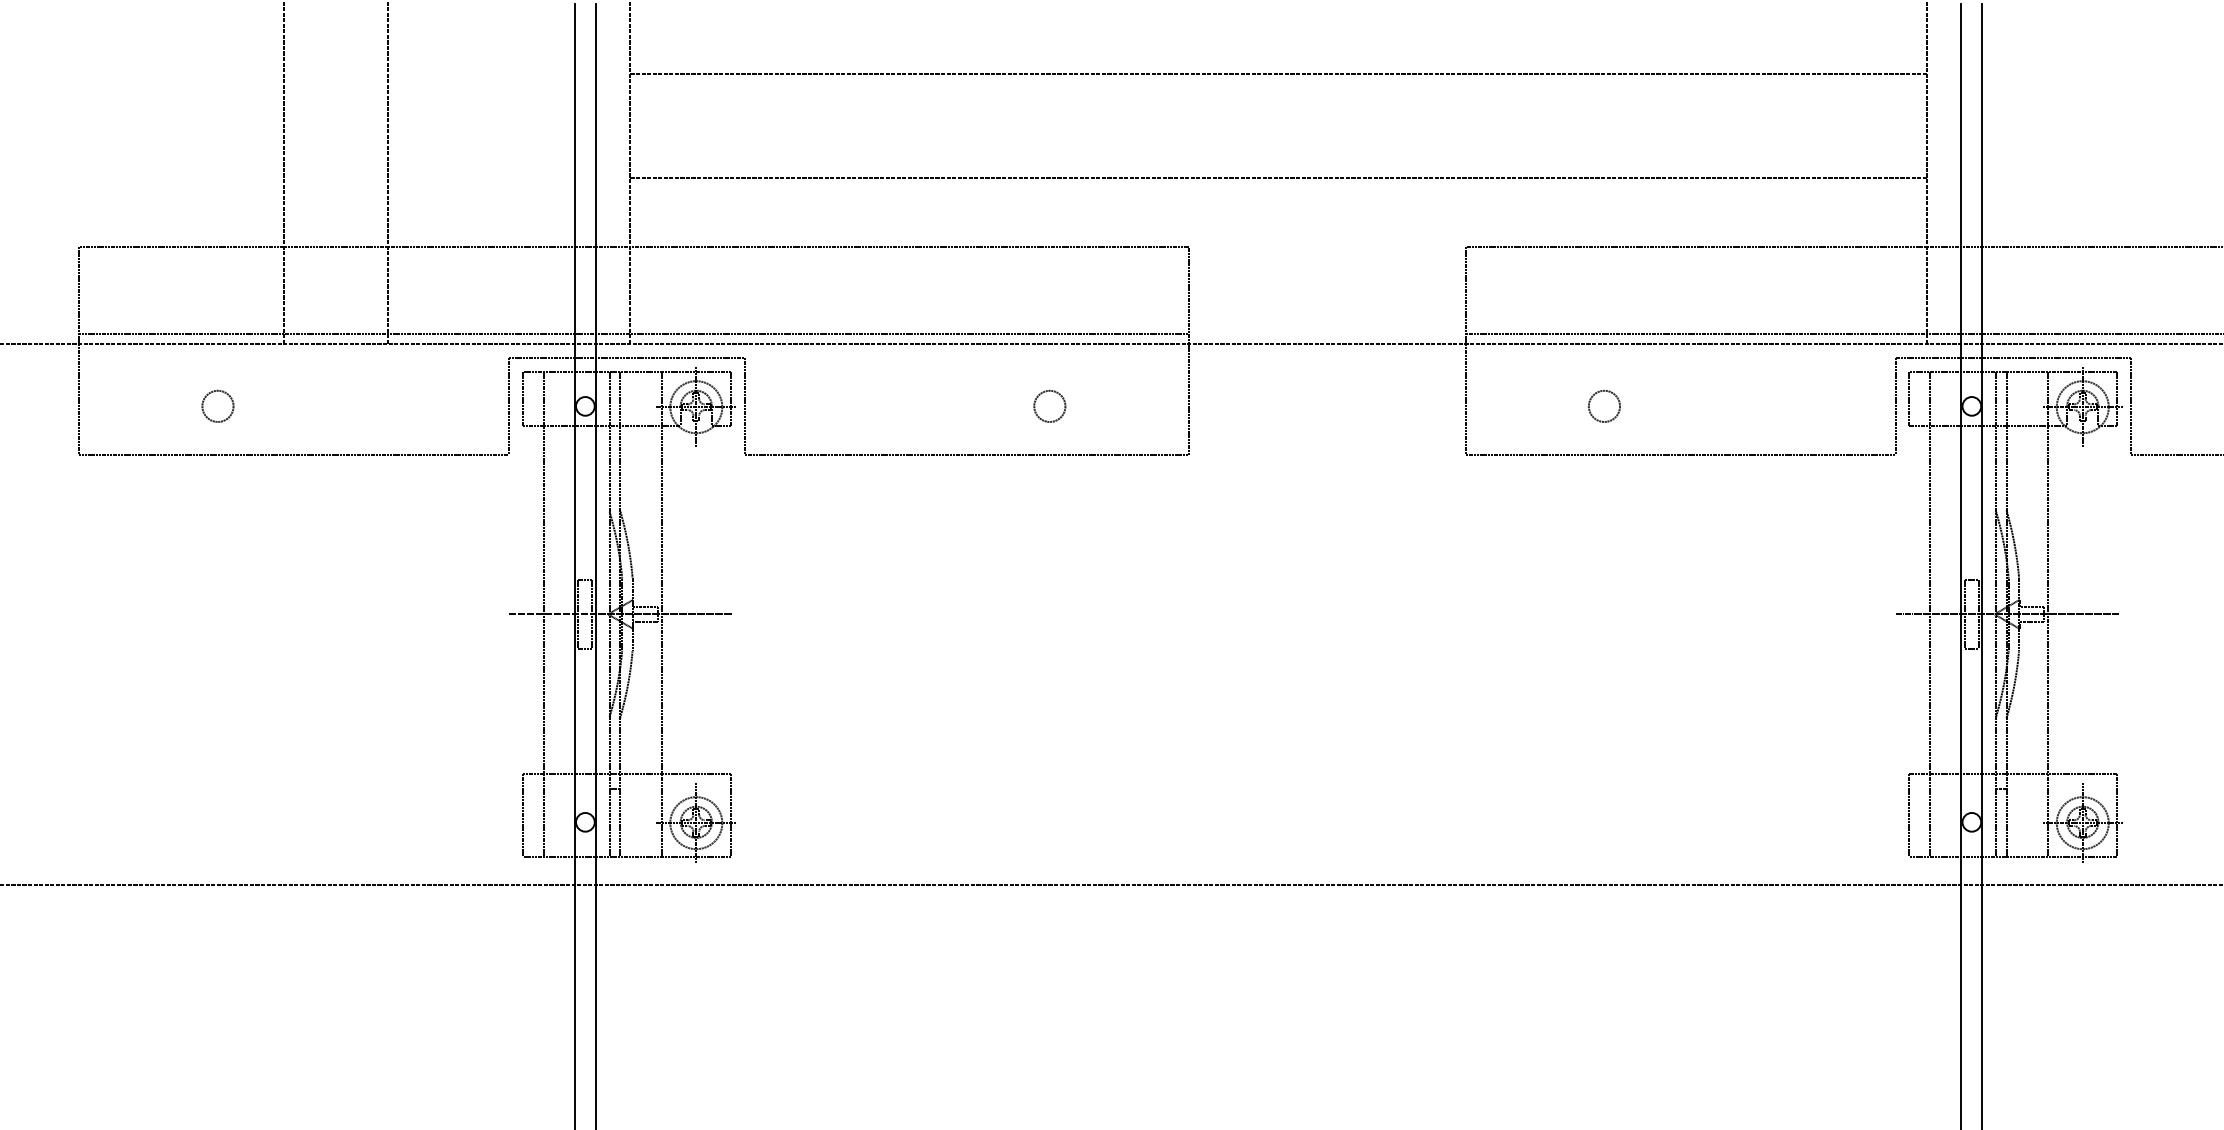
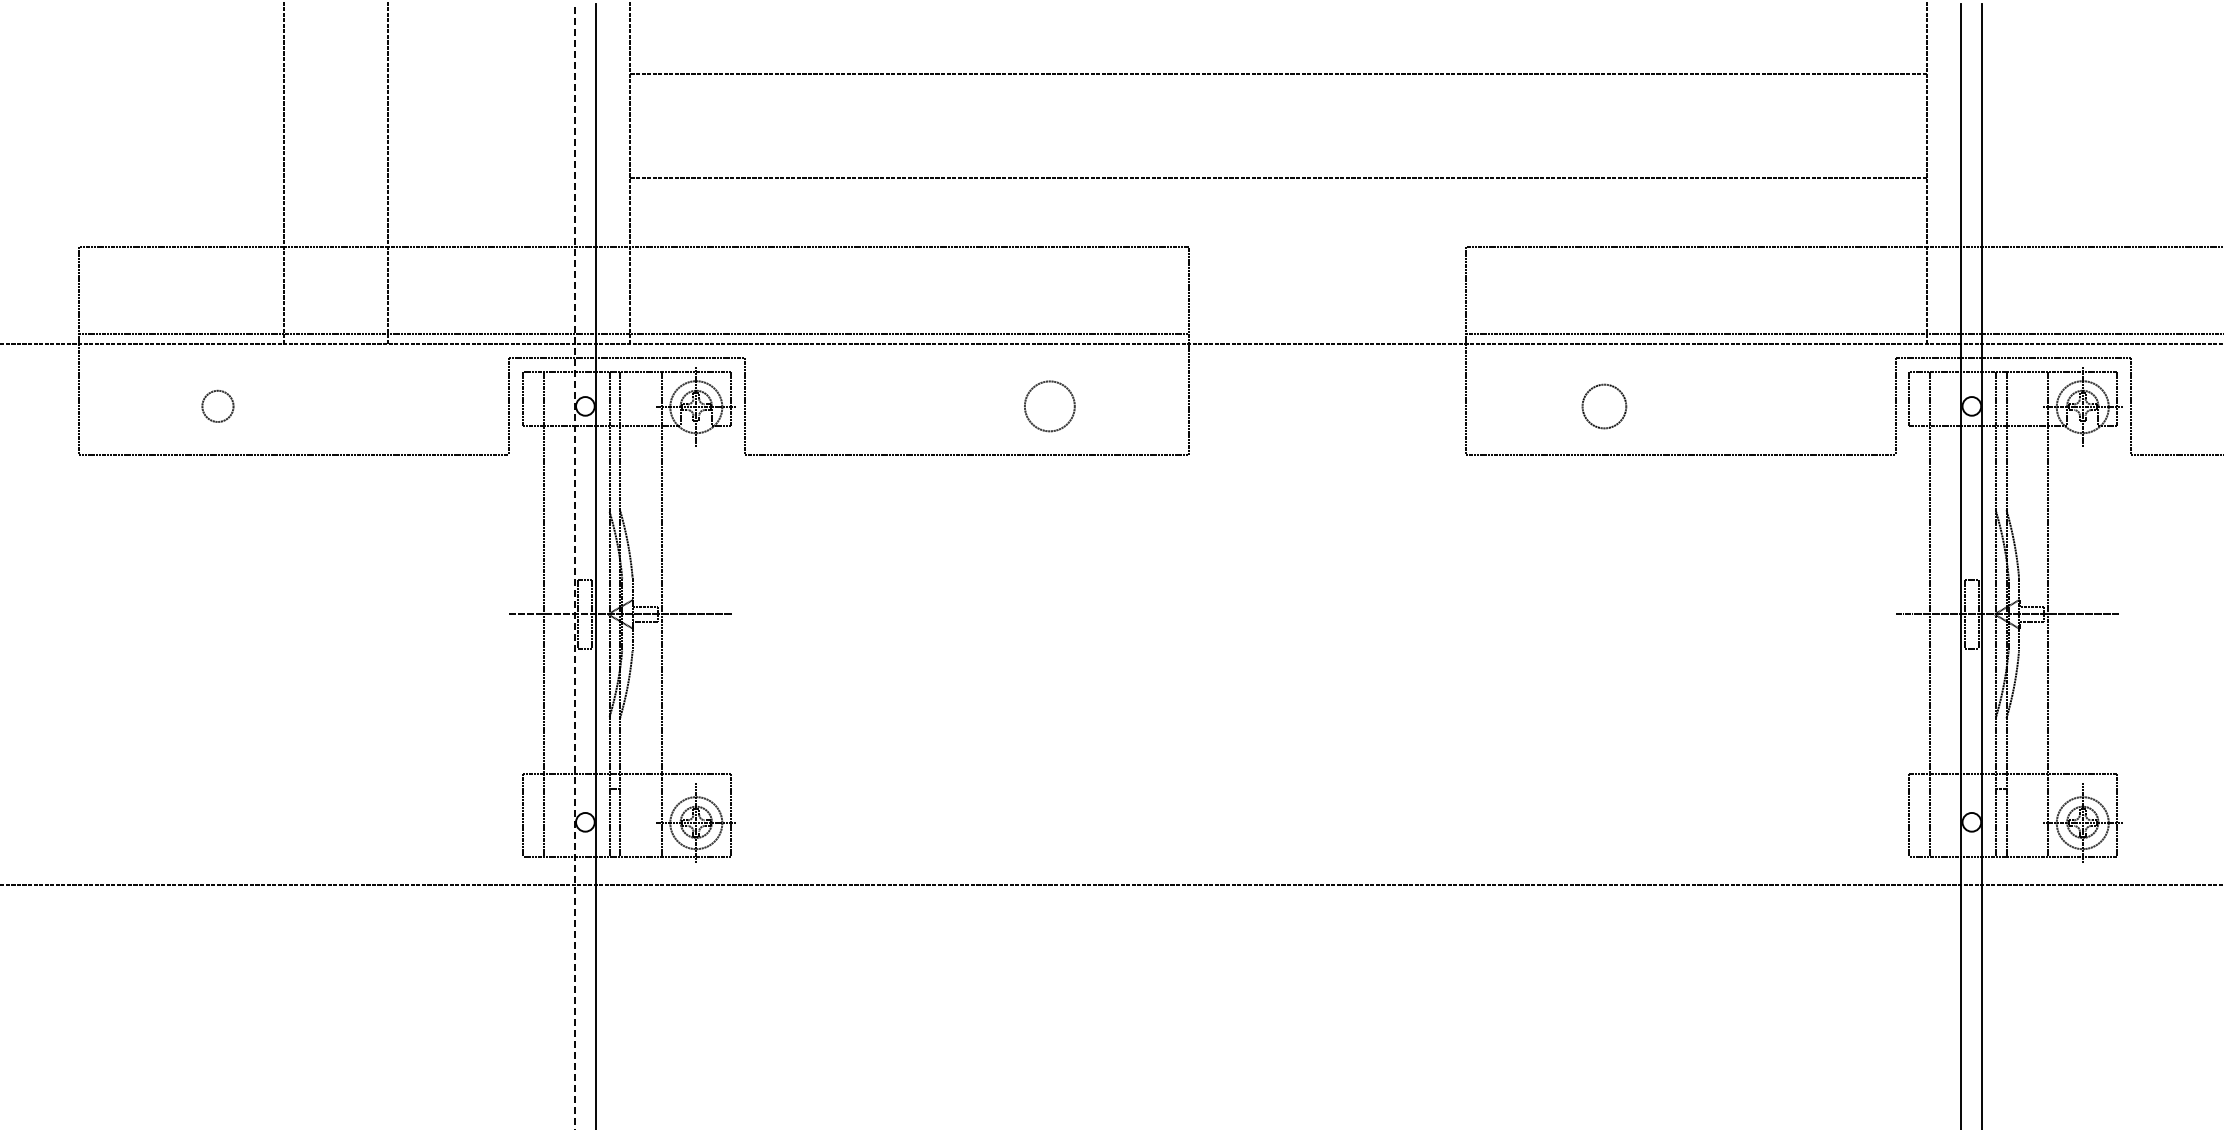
circle at (1049, 405) diameter: 31 px -> 50 px
circle at (1604, 405) size: 33x34 px -> 47x47 px
line at (575, 566): solid -> dashed
